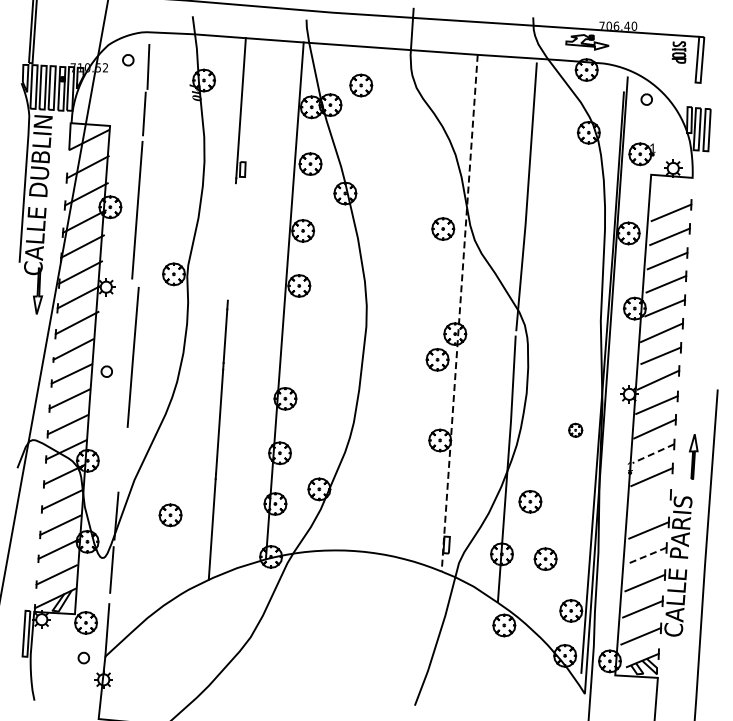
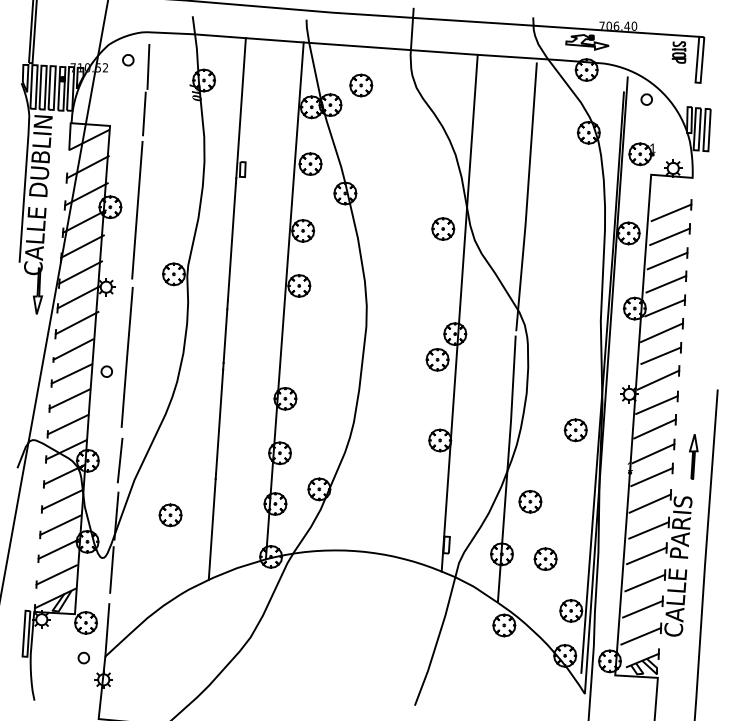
line at (231, 241): none -> present
line at (459, 313): dashed -> solid
line at (132, 357) position: (132, 357) -> (126, 357)
part at (575, 429) size: 16x16 px -> 25x25 px
line at (653, 453): dashed -> solid
line at (119, 460): none -> present
line at (649, 503): none -> present
line at (646, 556): dashed -> solid
